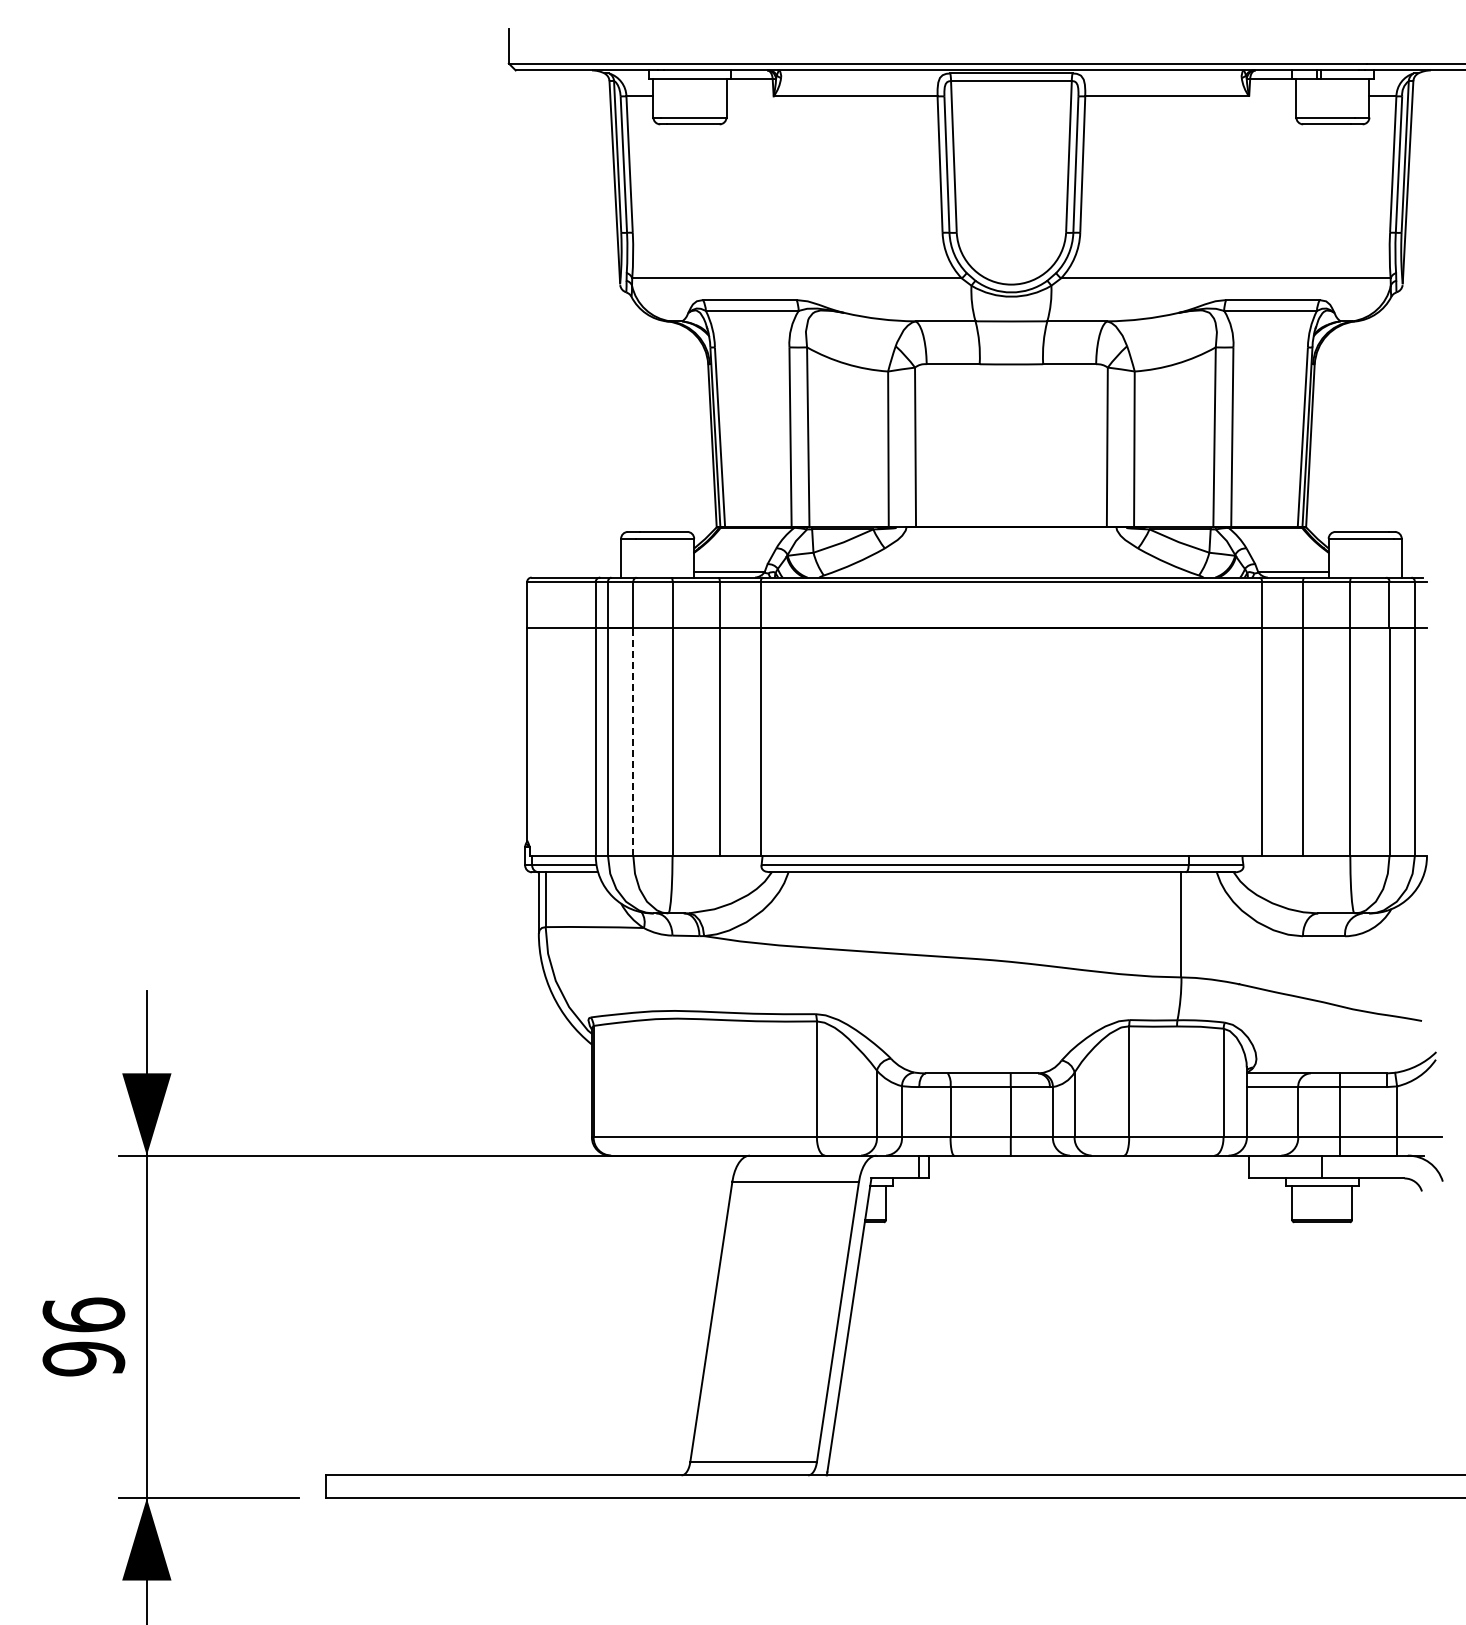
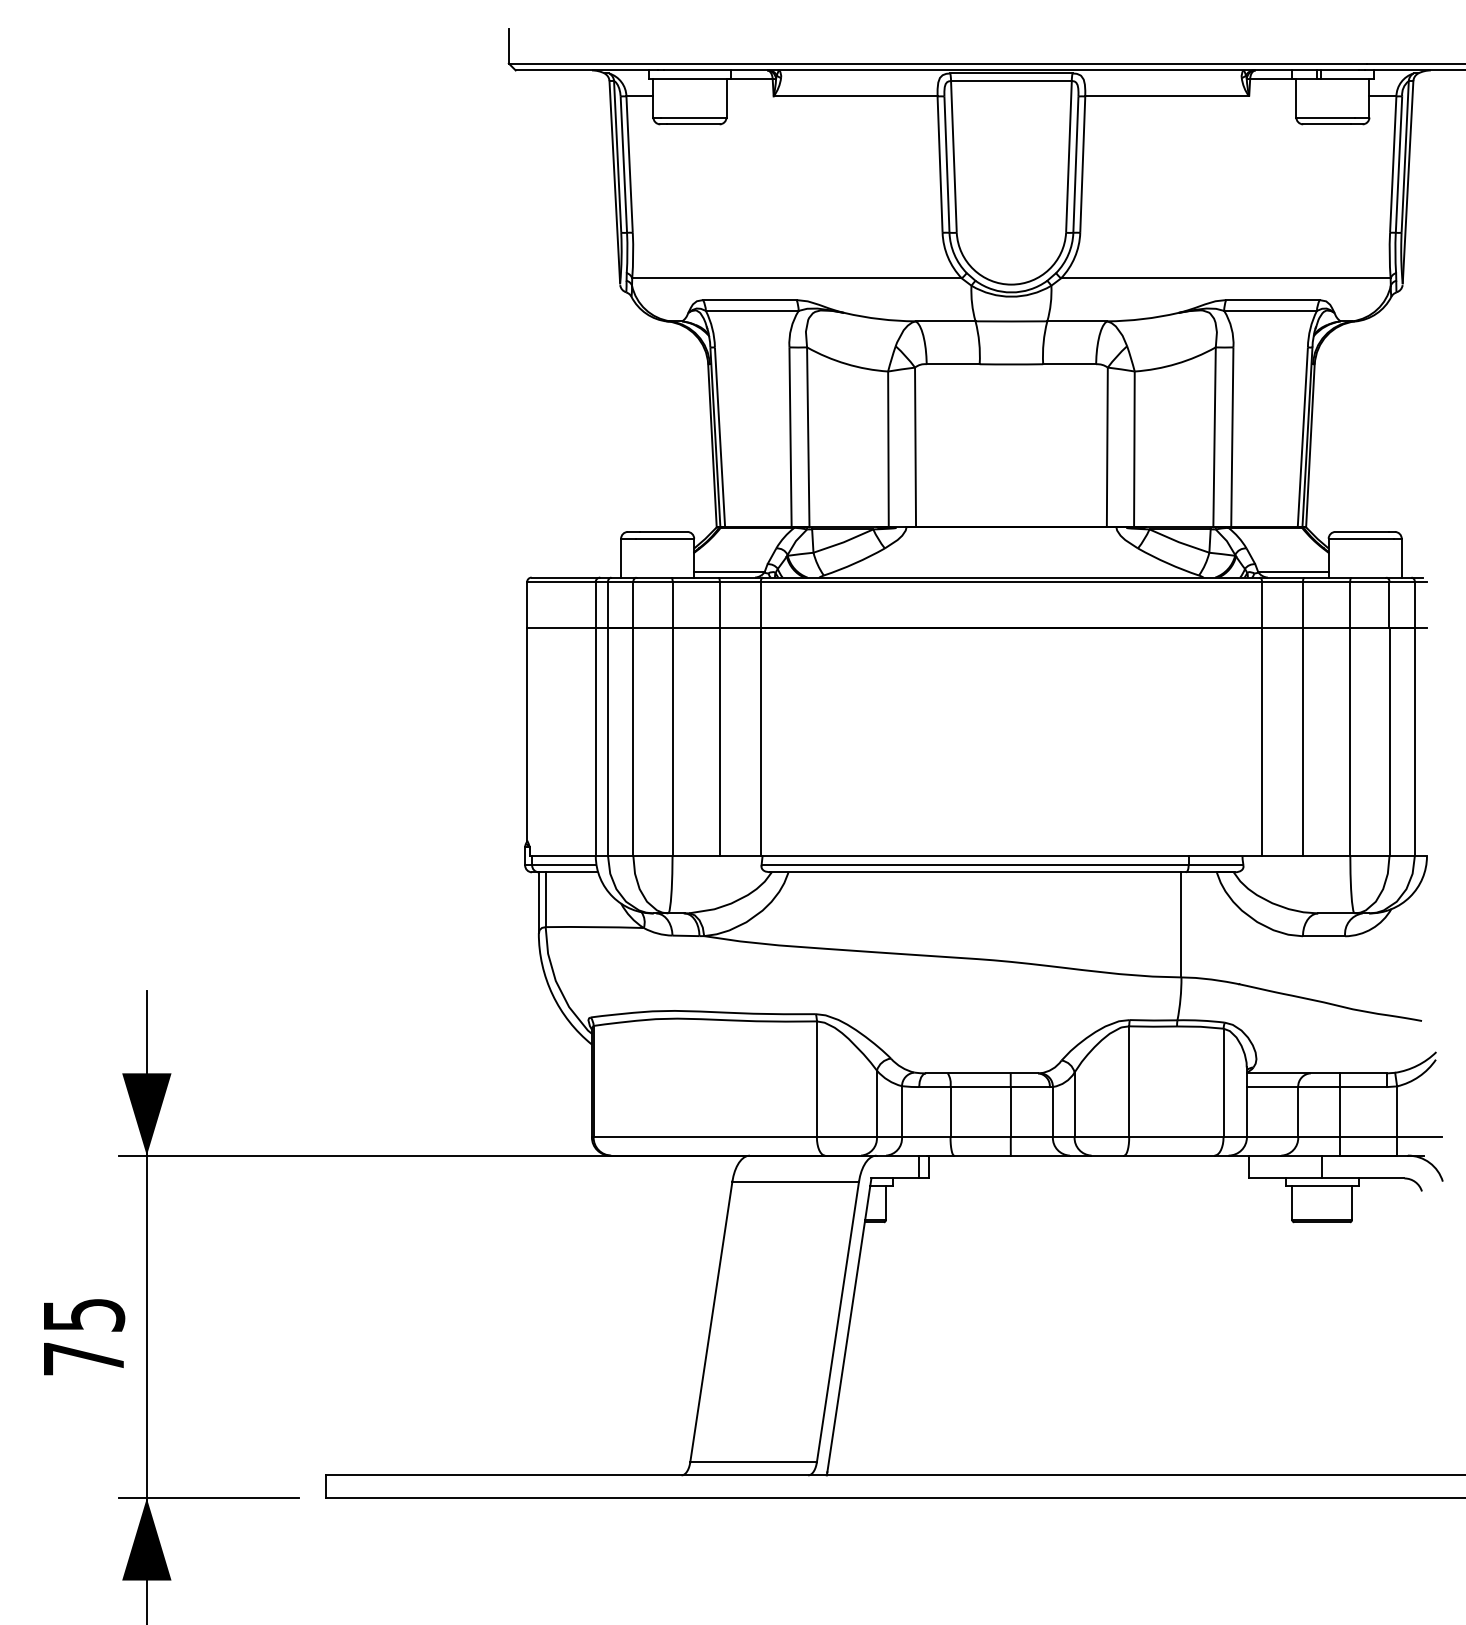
line at (633, 741): dashed -> solid
text at (83, 1336): 96 -> 75
